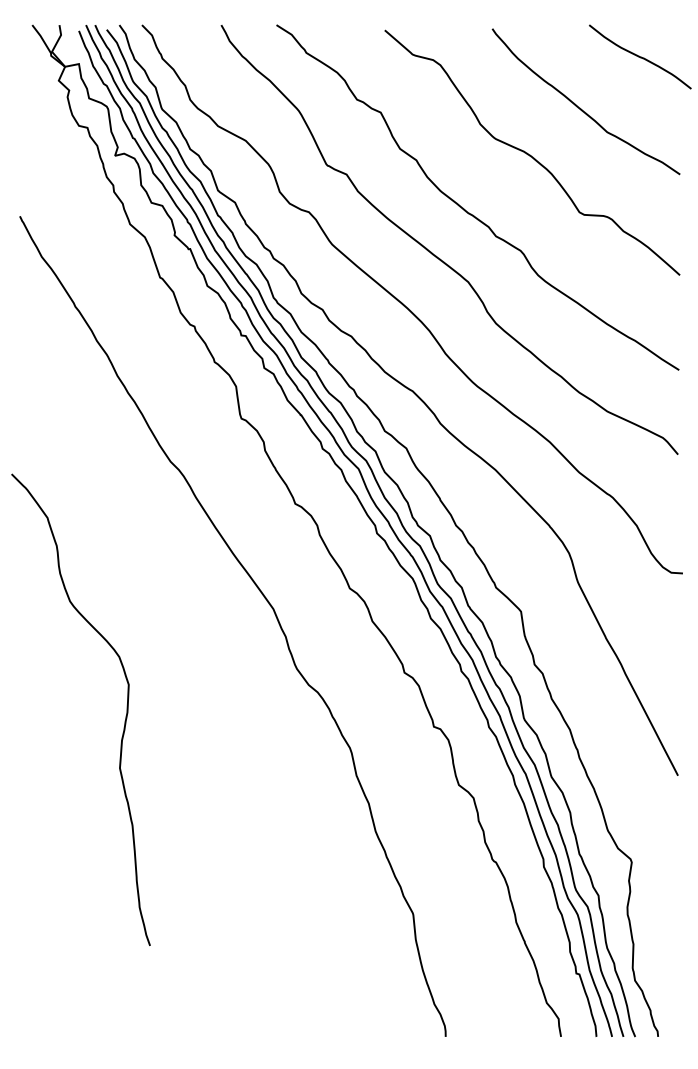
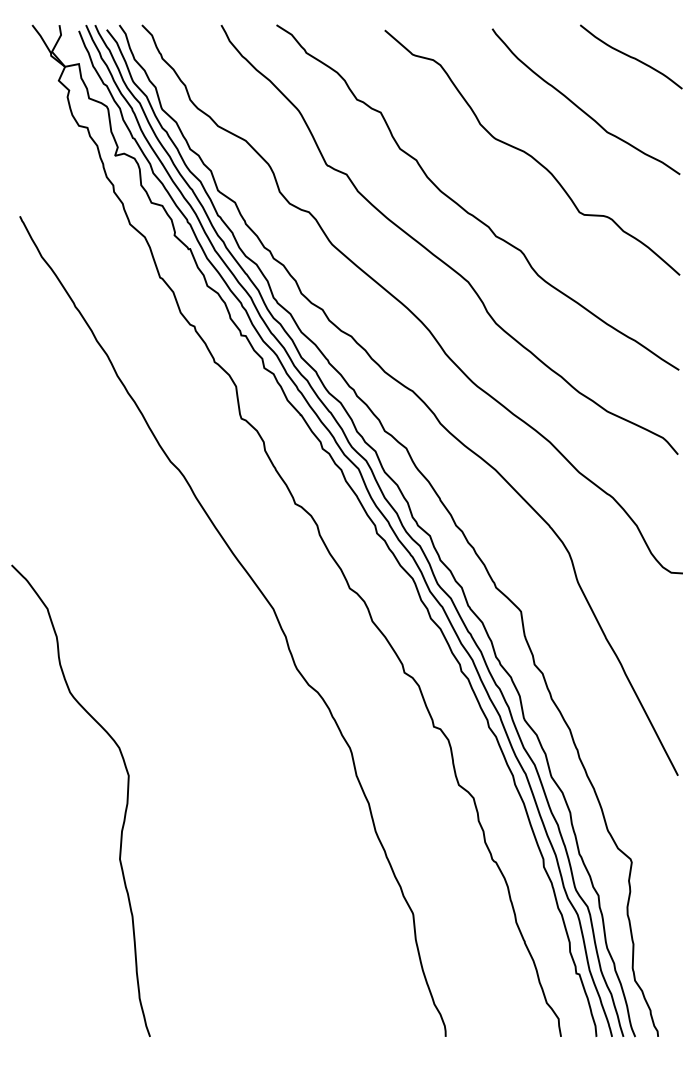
curve at (640, 56) position: (640, 56) -> (631, 56)
curve at (125, 716) position: (125, 716) -> (125, 807)
